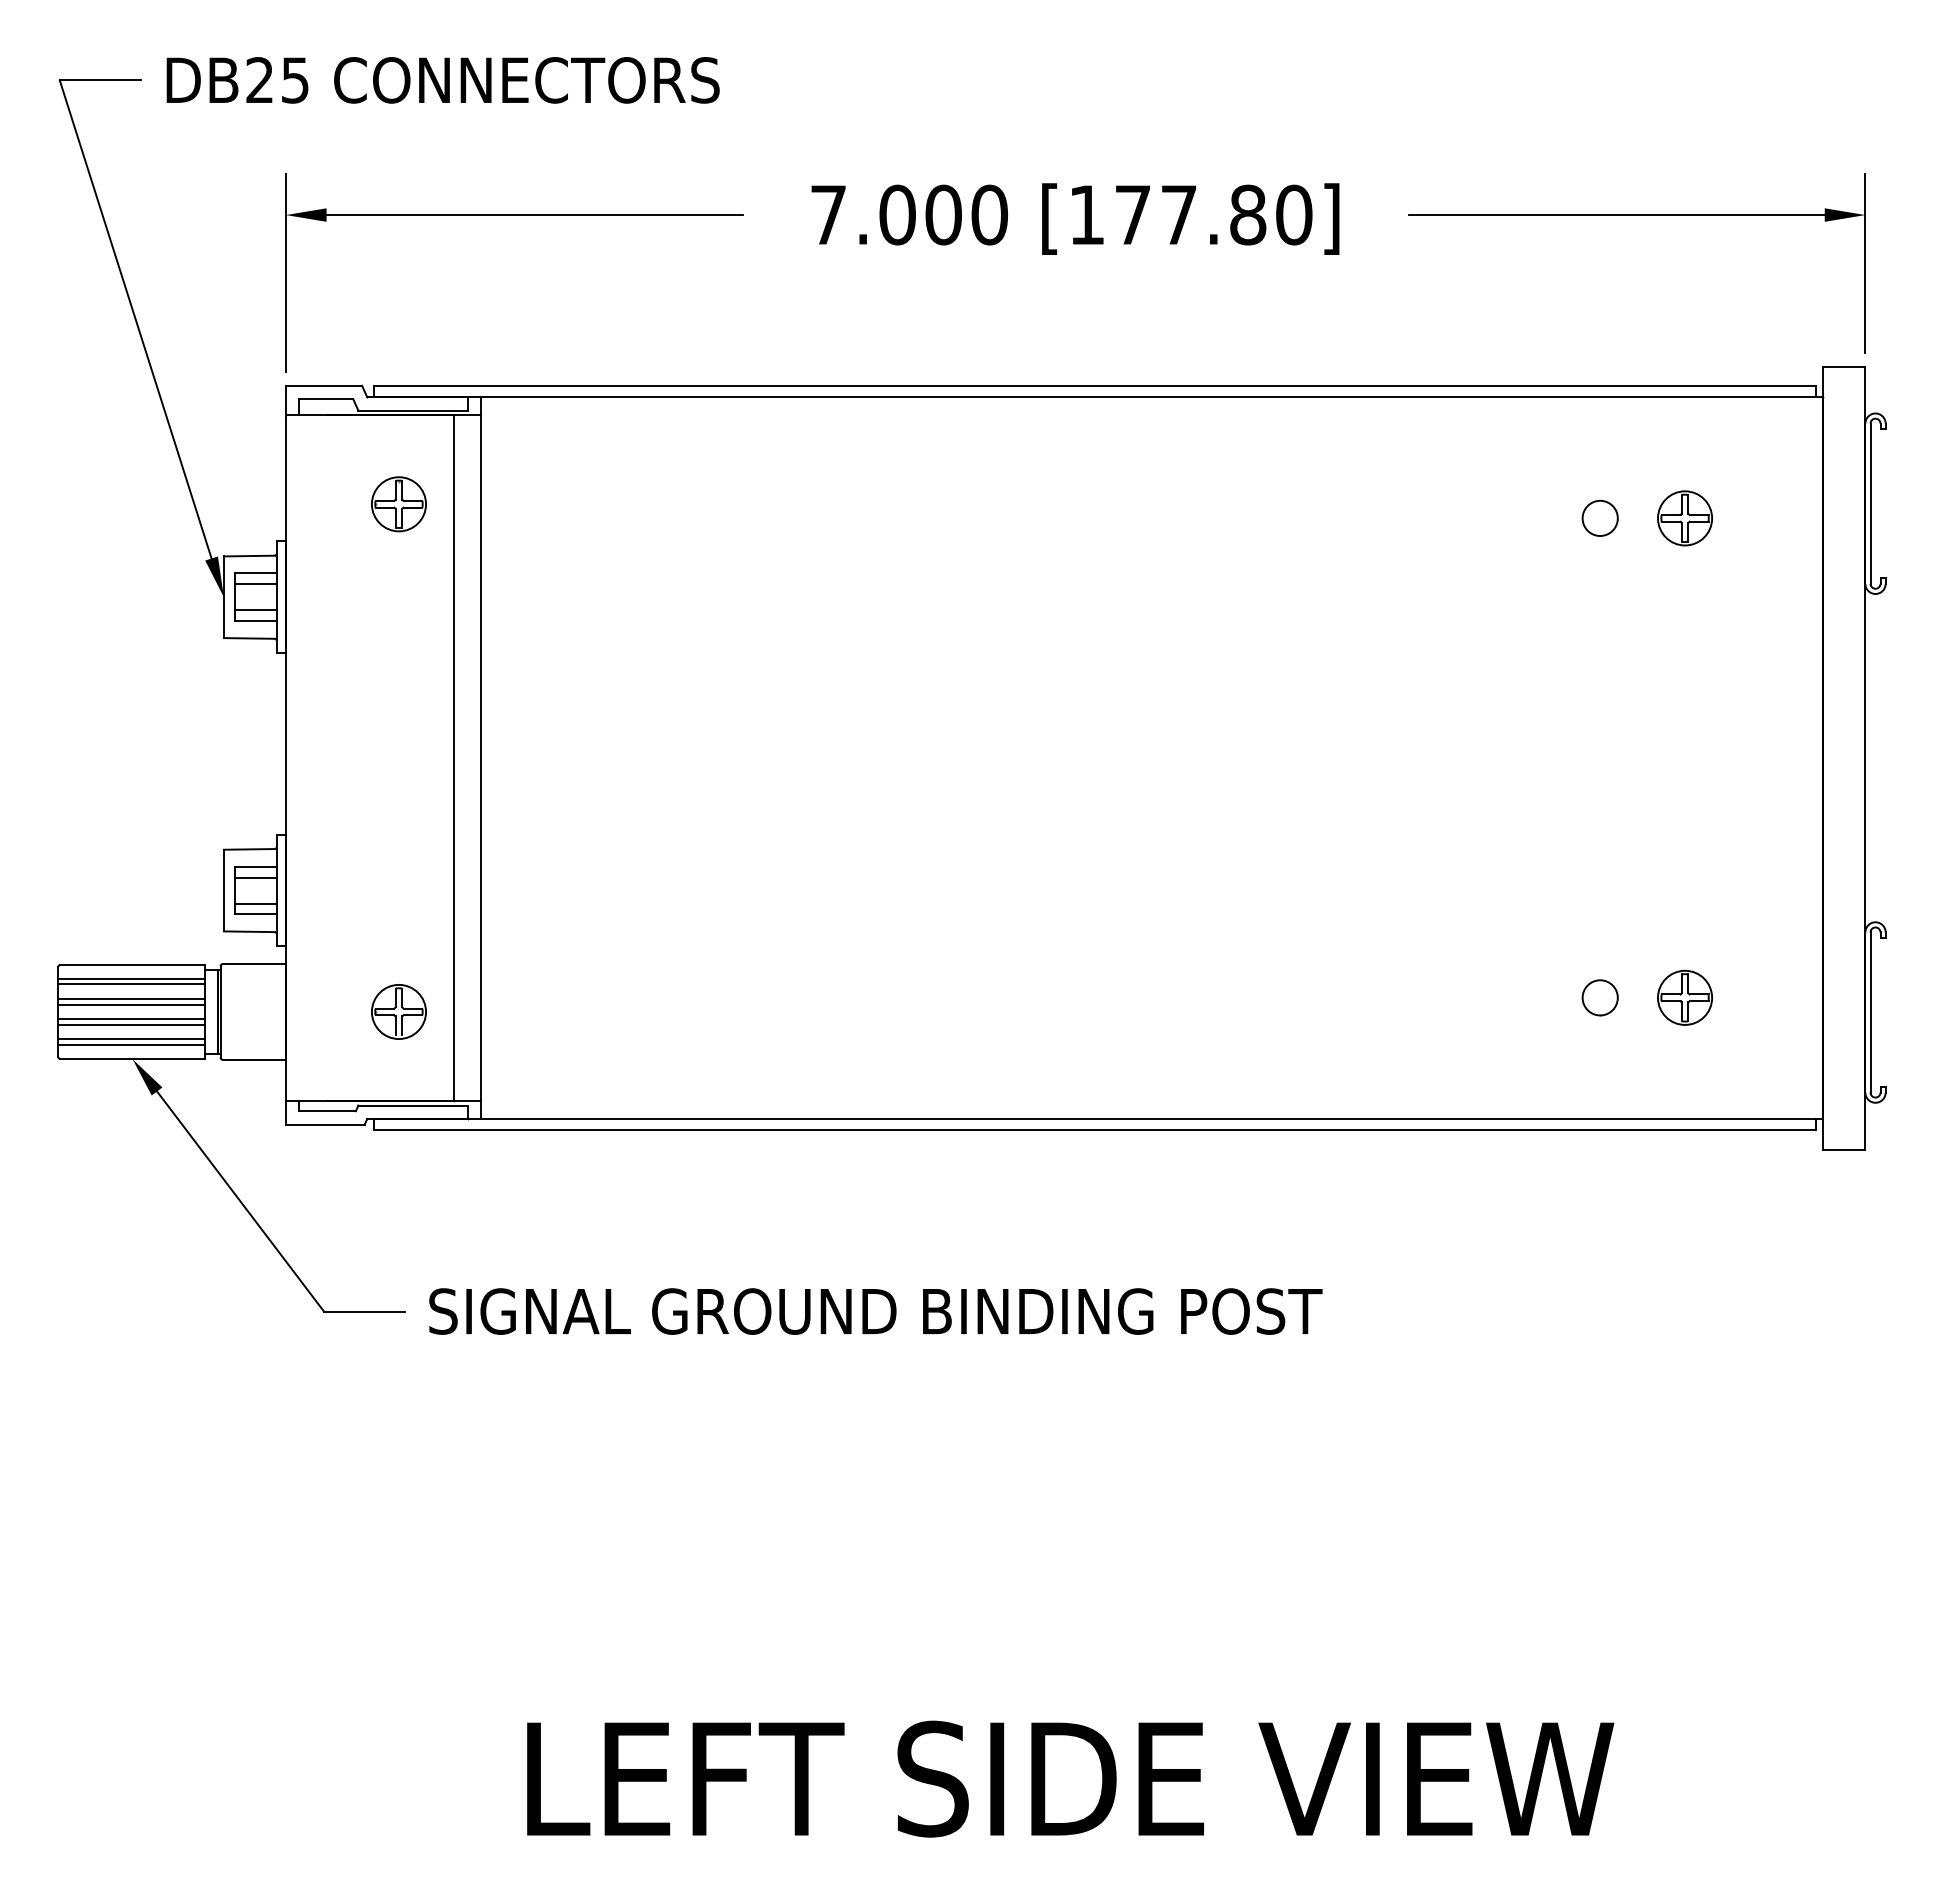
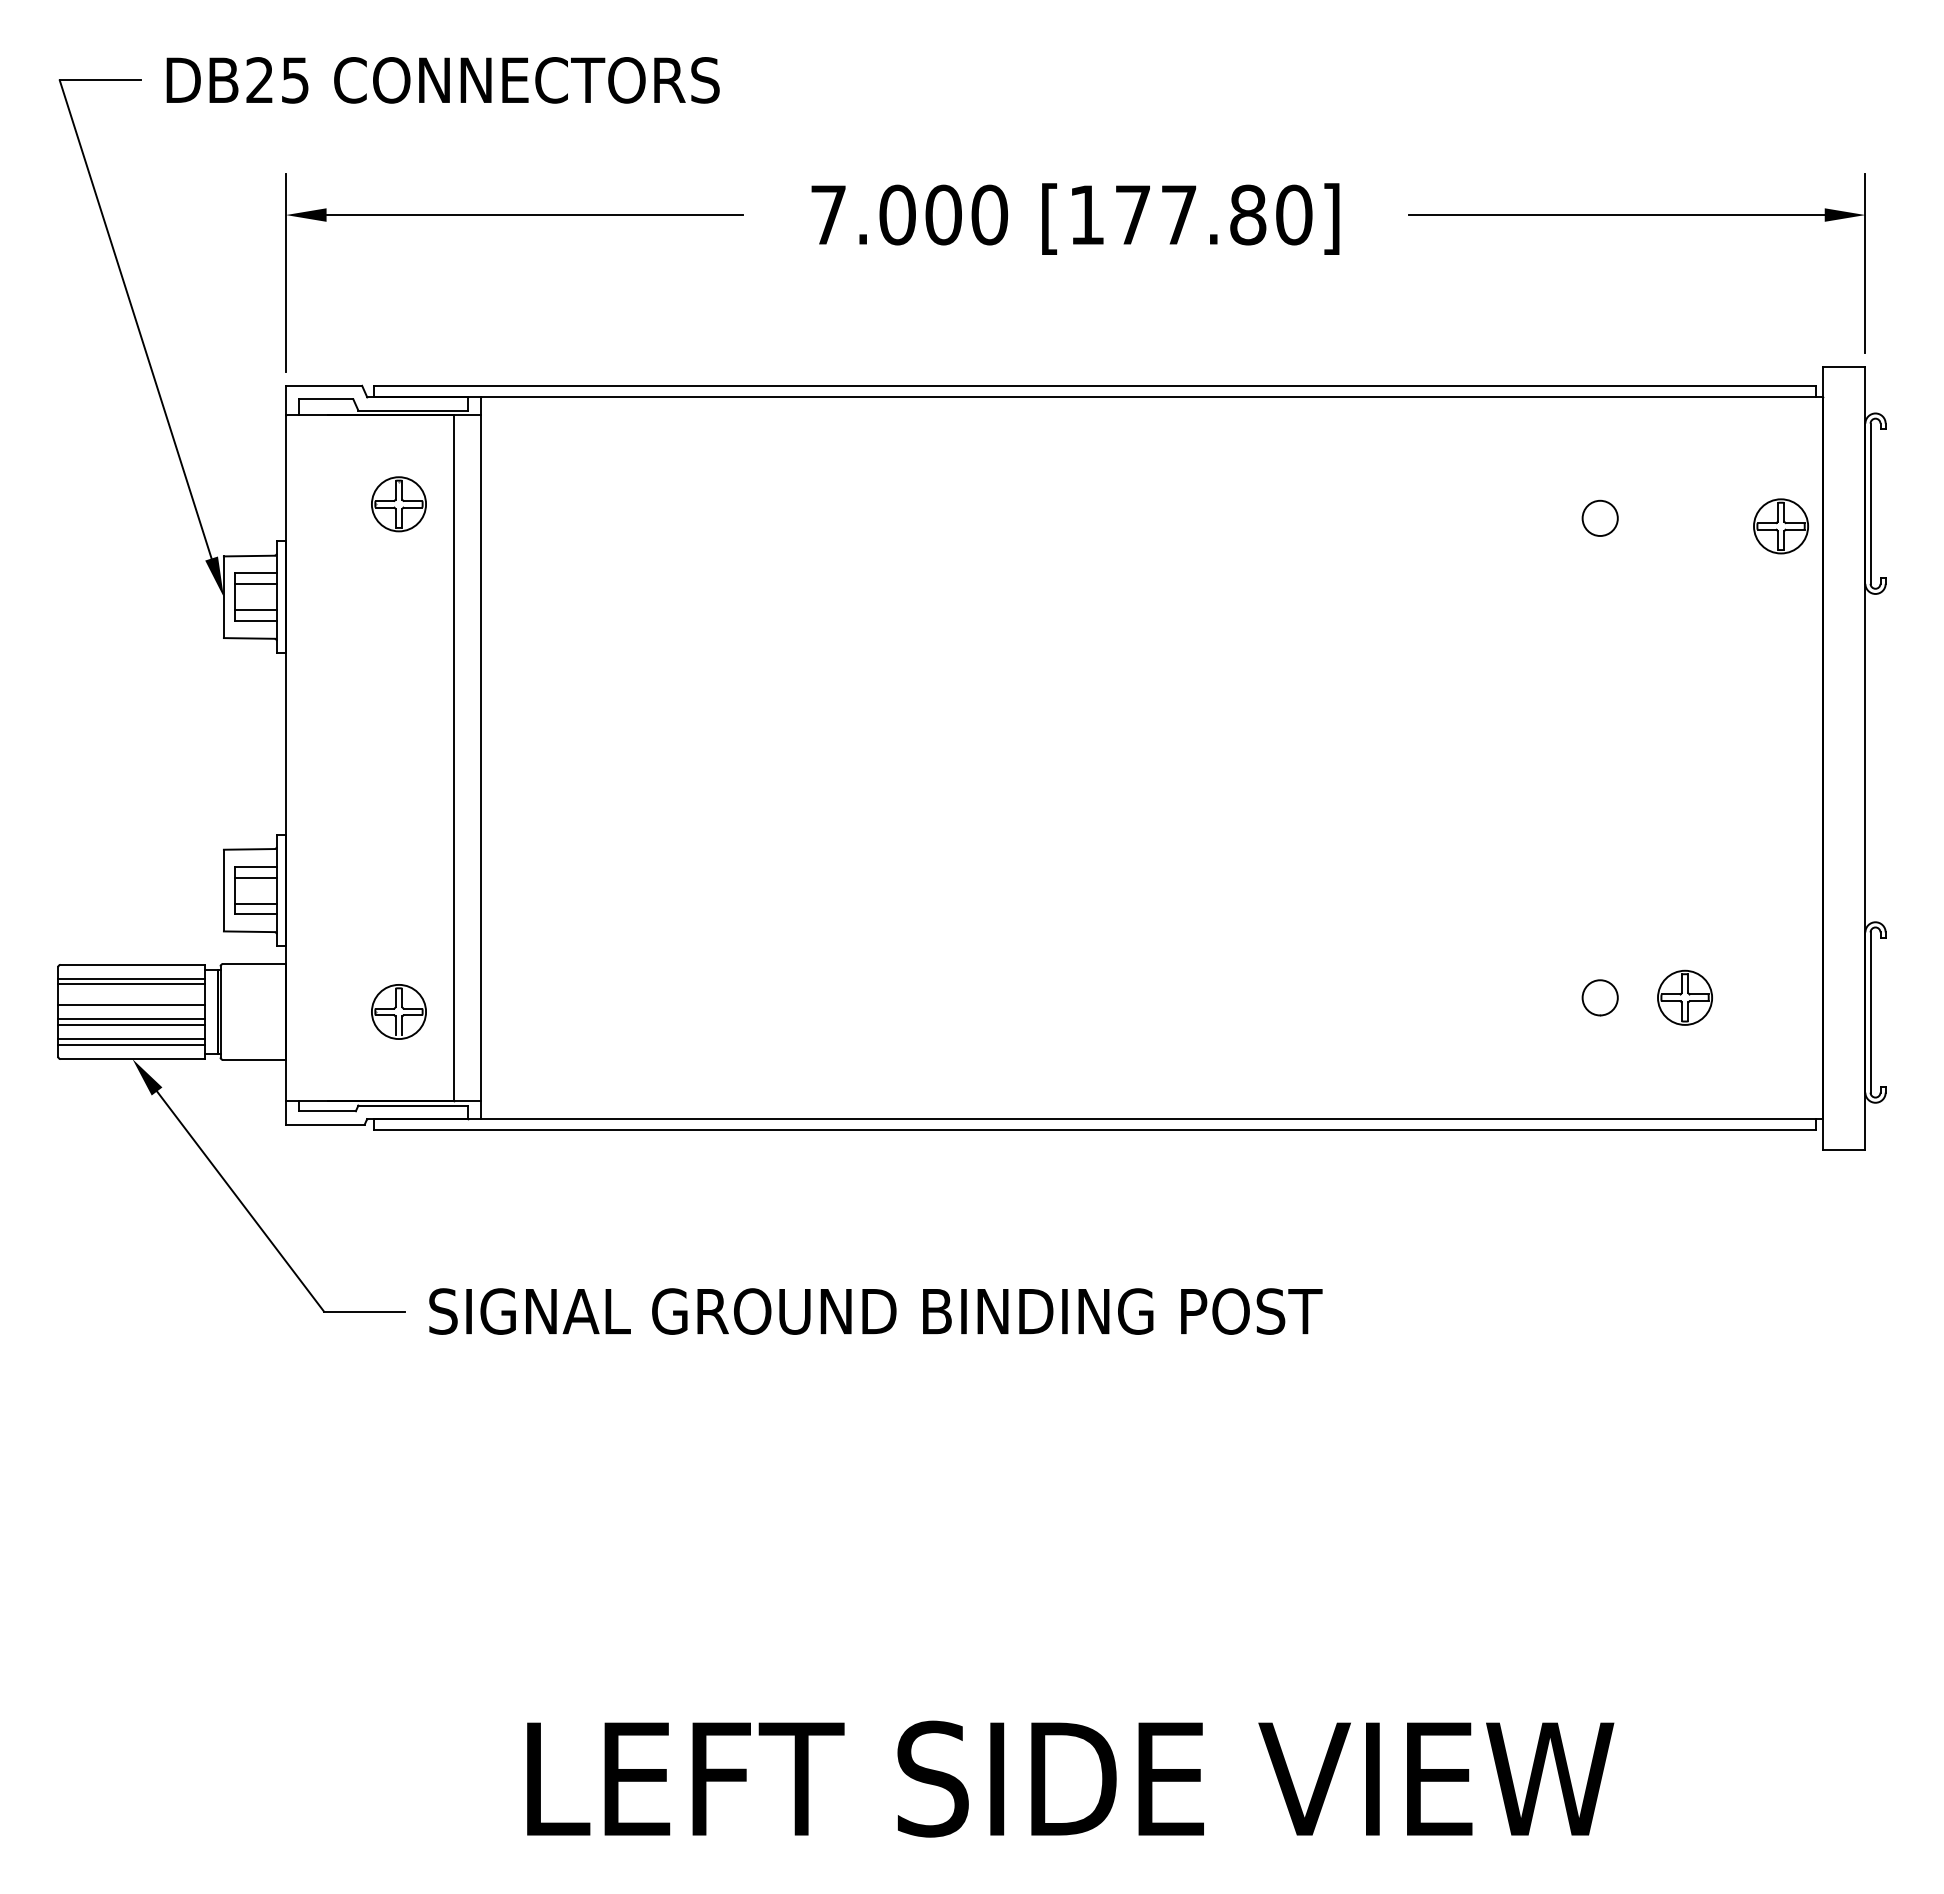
part at (1684, 518) position: (1684, 518) -> (1780, 526)
line at (131, 998): present -> none
